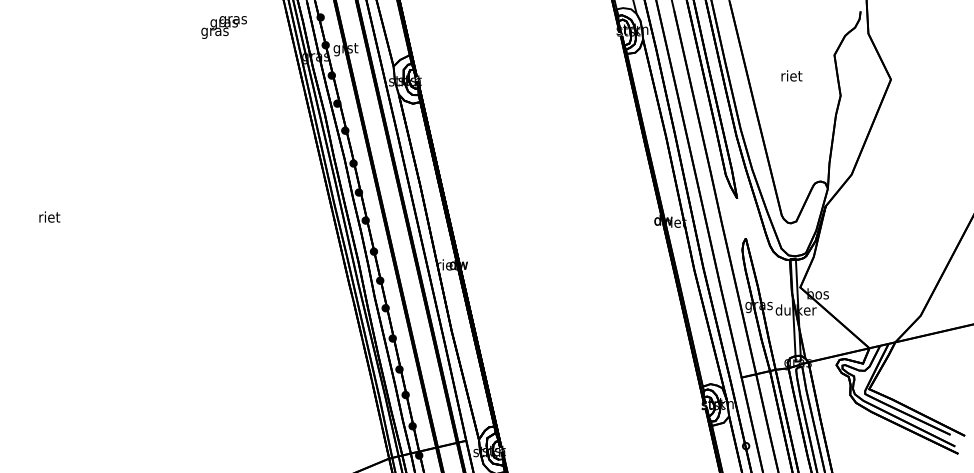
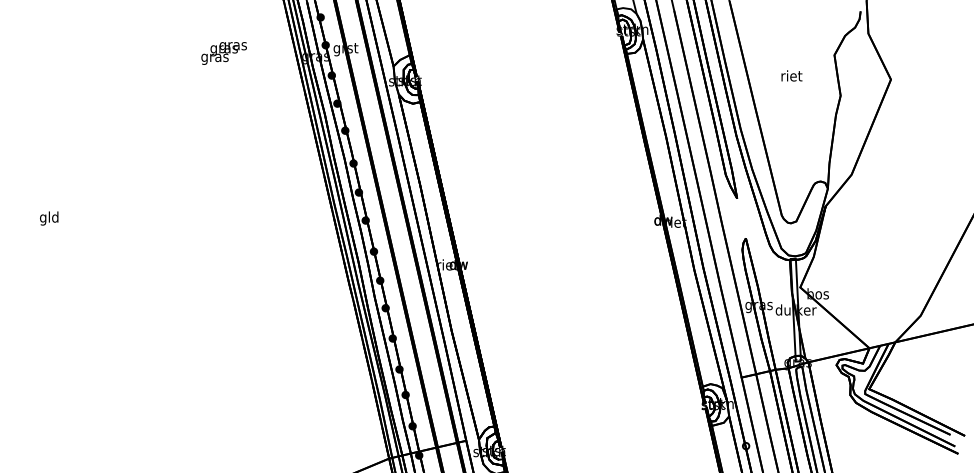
text at (223, 27) position: (223, 27) -> (223, 53)
text at (49, 218): riet -> gld
